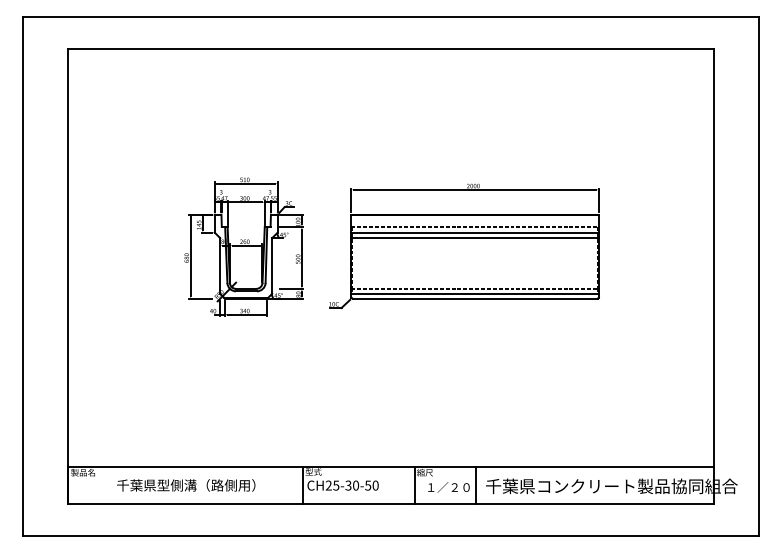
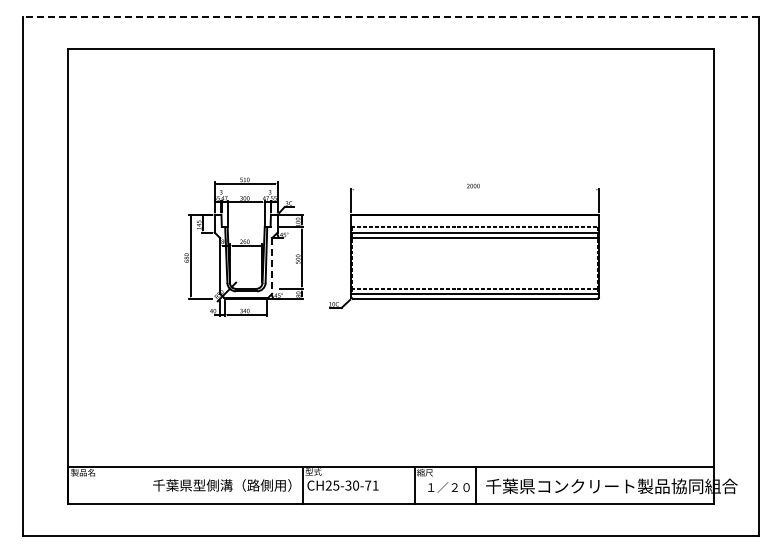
line at (391, 16): solid -> dashed
line at (475, 189): present -> none
line at (272, 265): solid -> dashed
text at (186, 485) position: (186, 485) -> (222, 485)
text at (371, 485): CH25-30-50 -> CH25-30-71
